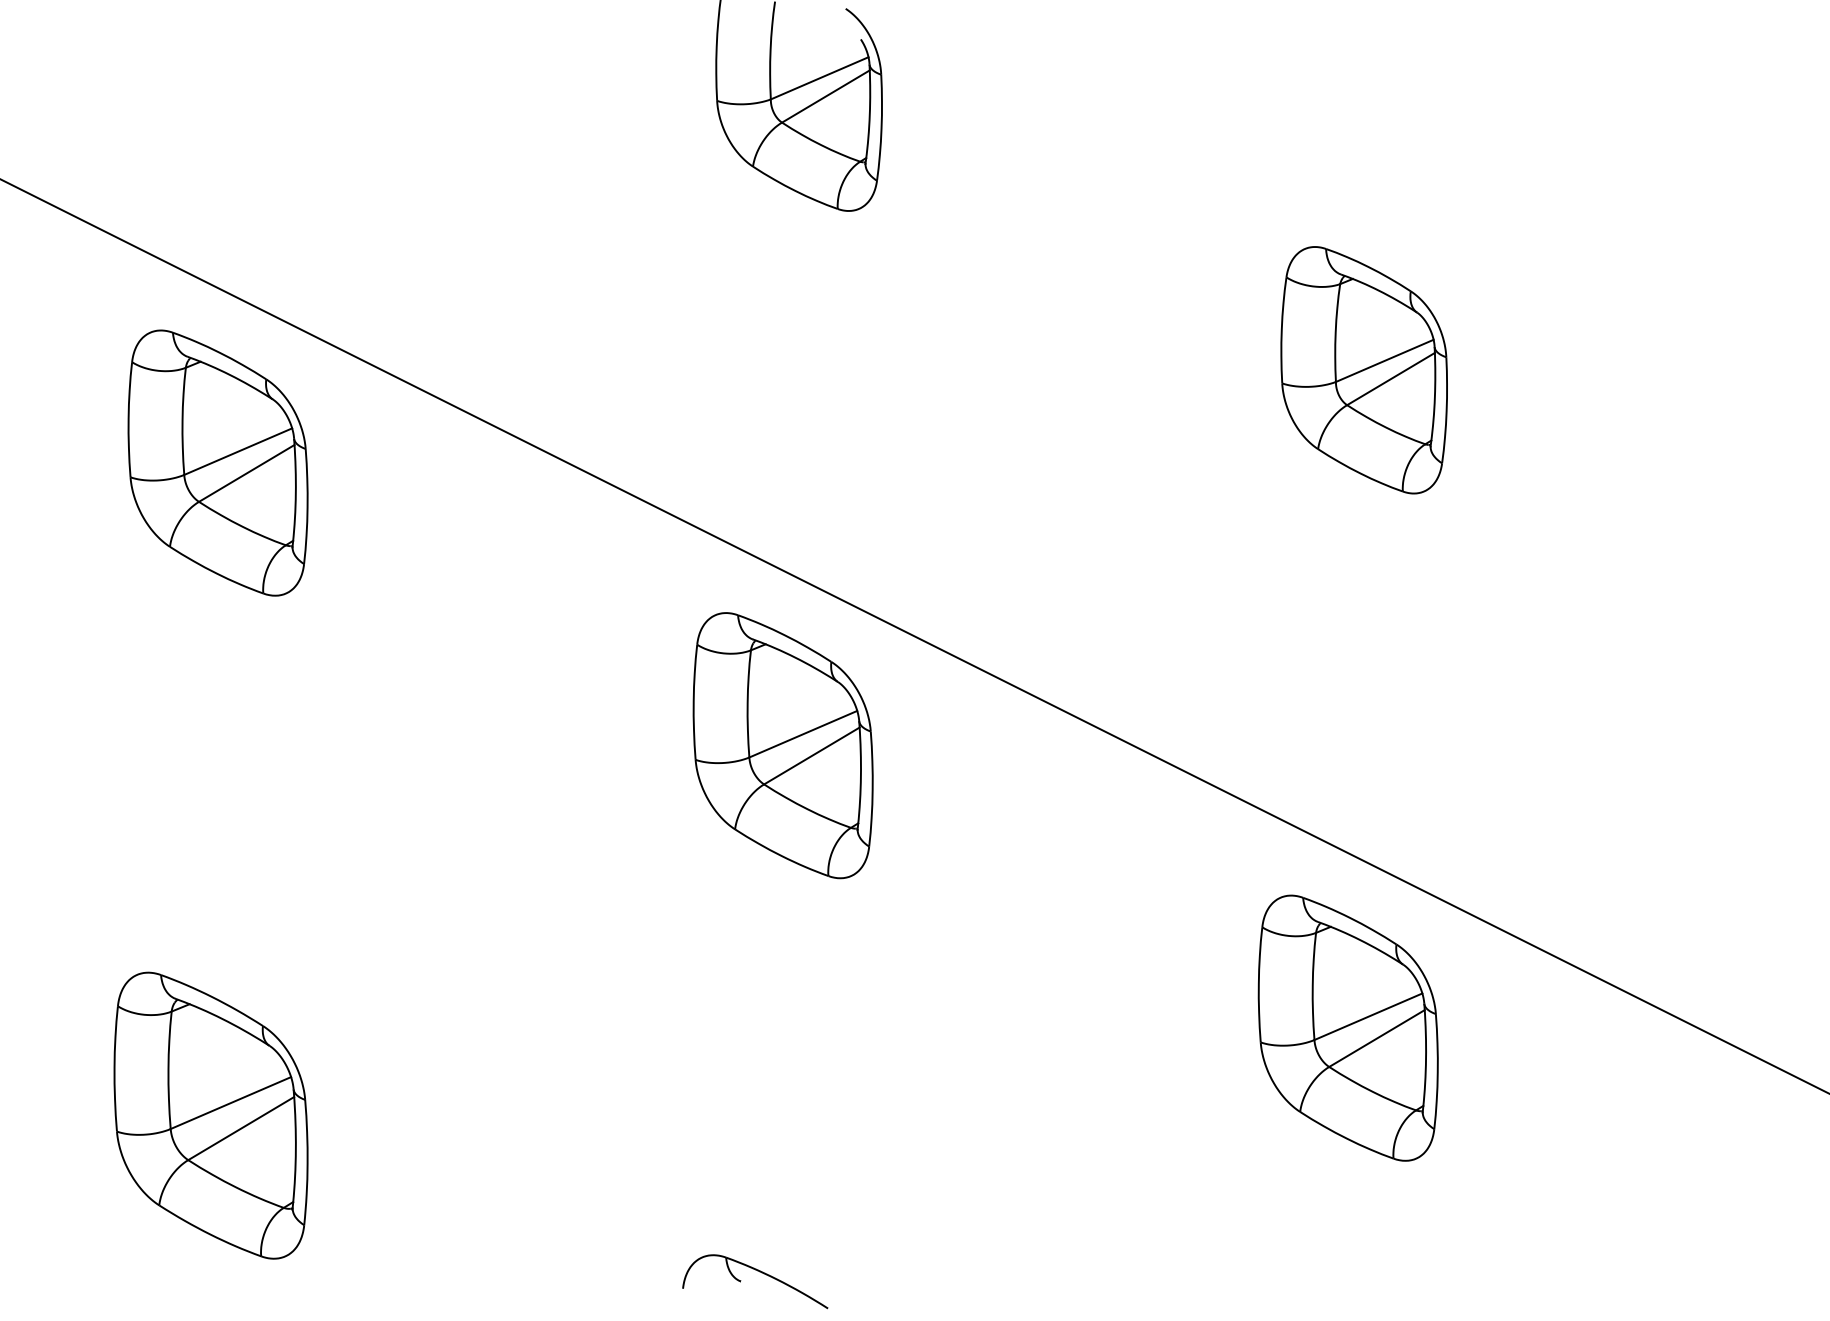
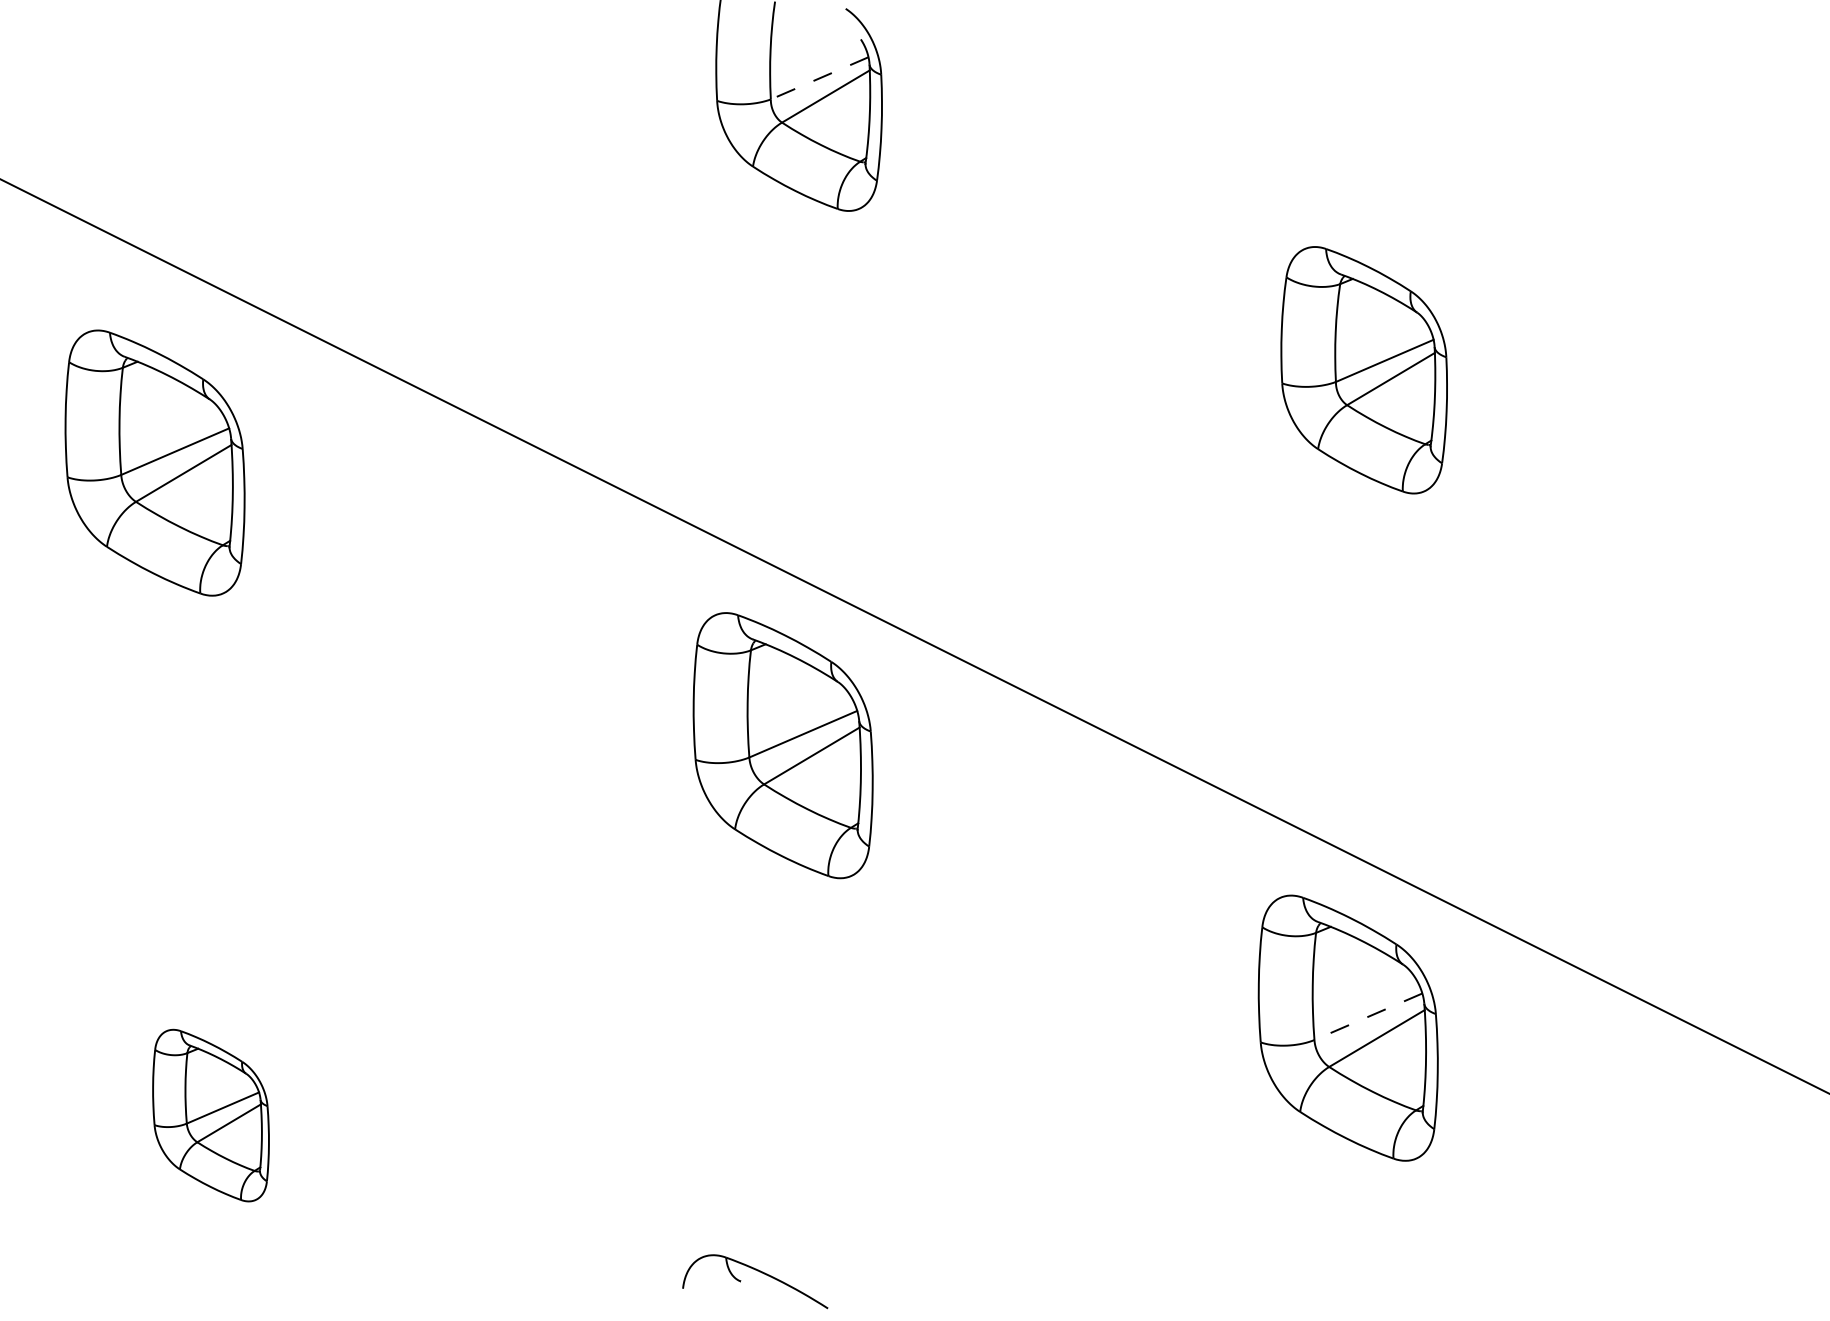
line at (819, 78): solid -> dashed
part at (217, 462) position: (217, 462) -> (154, 462)
line at (1368, 1016): solid -> dashed
part at (210, 1115) size: 196x289 px -> 118x175 px
